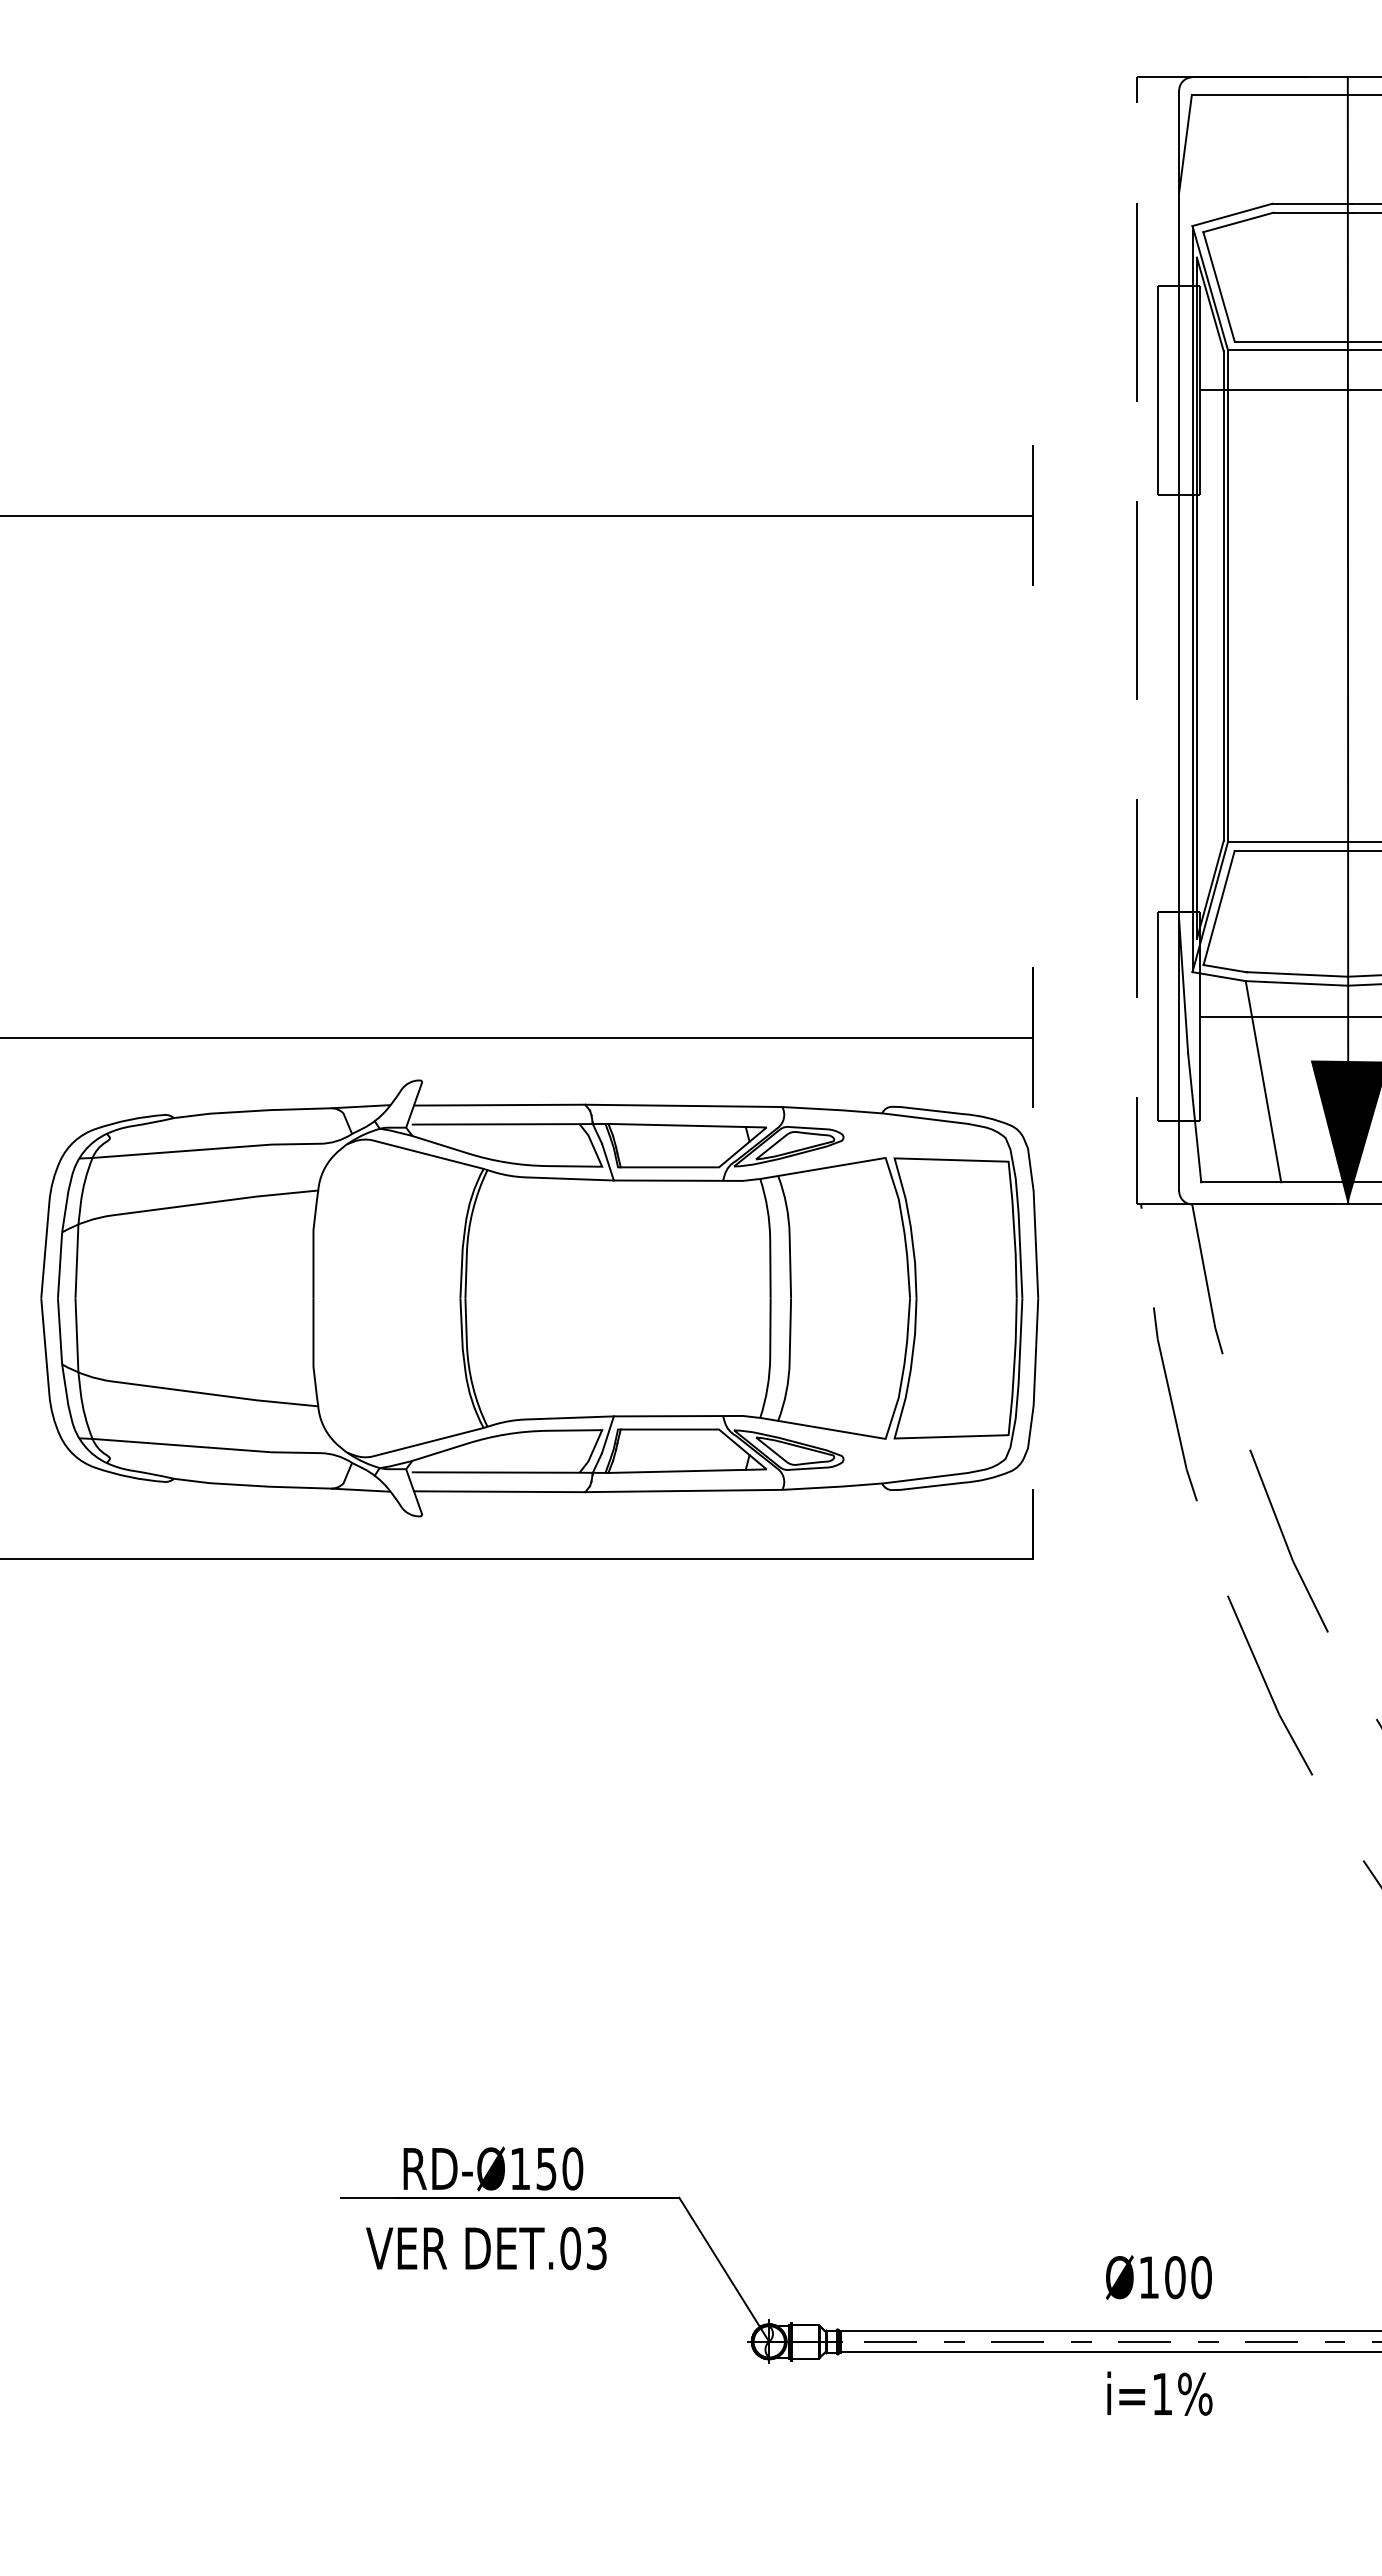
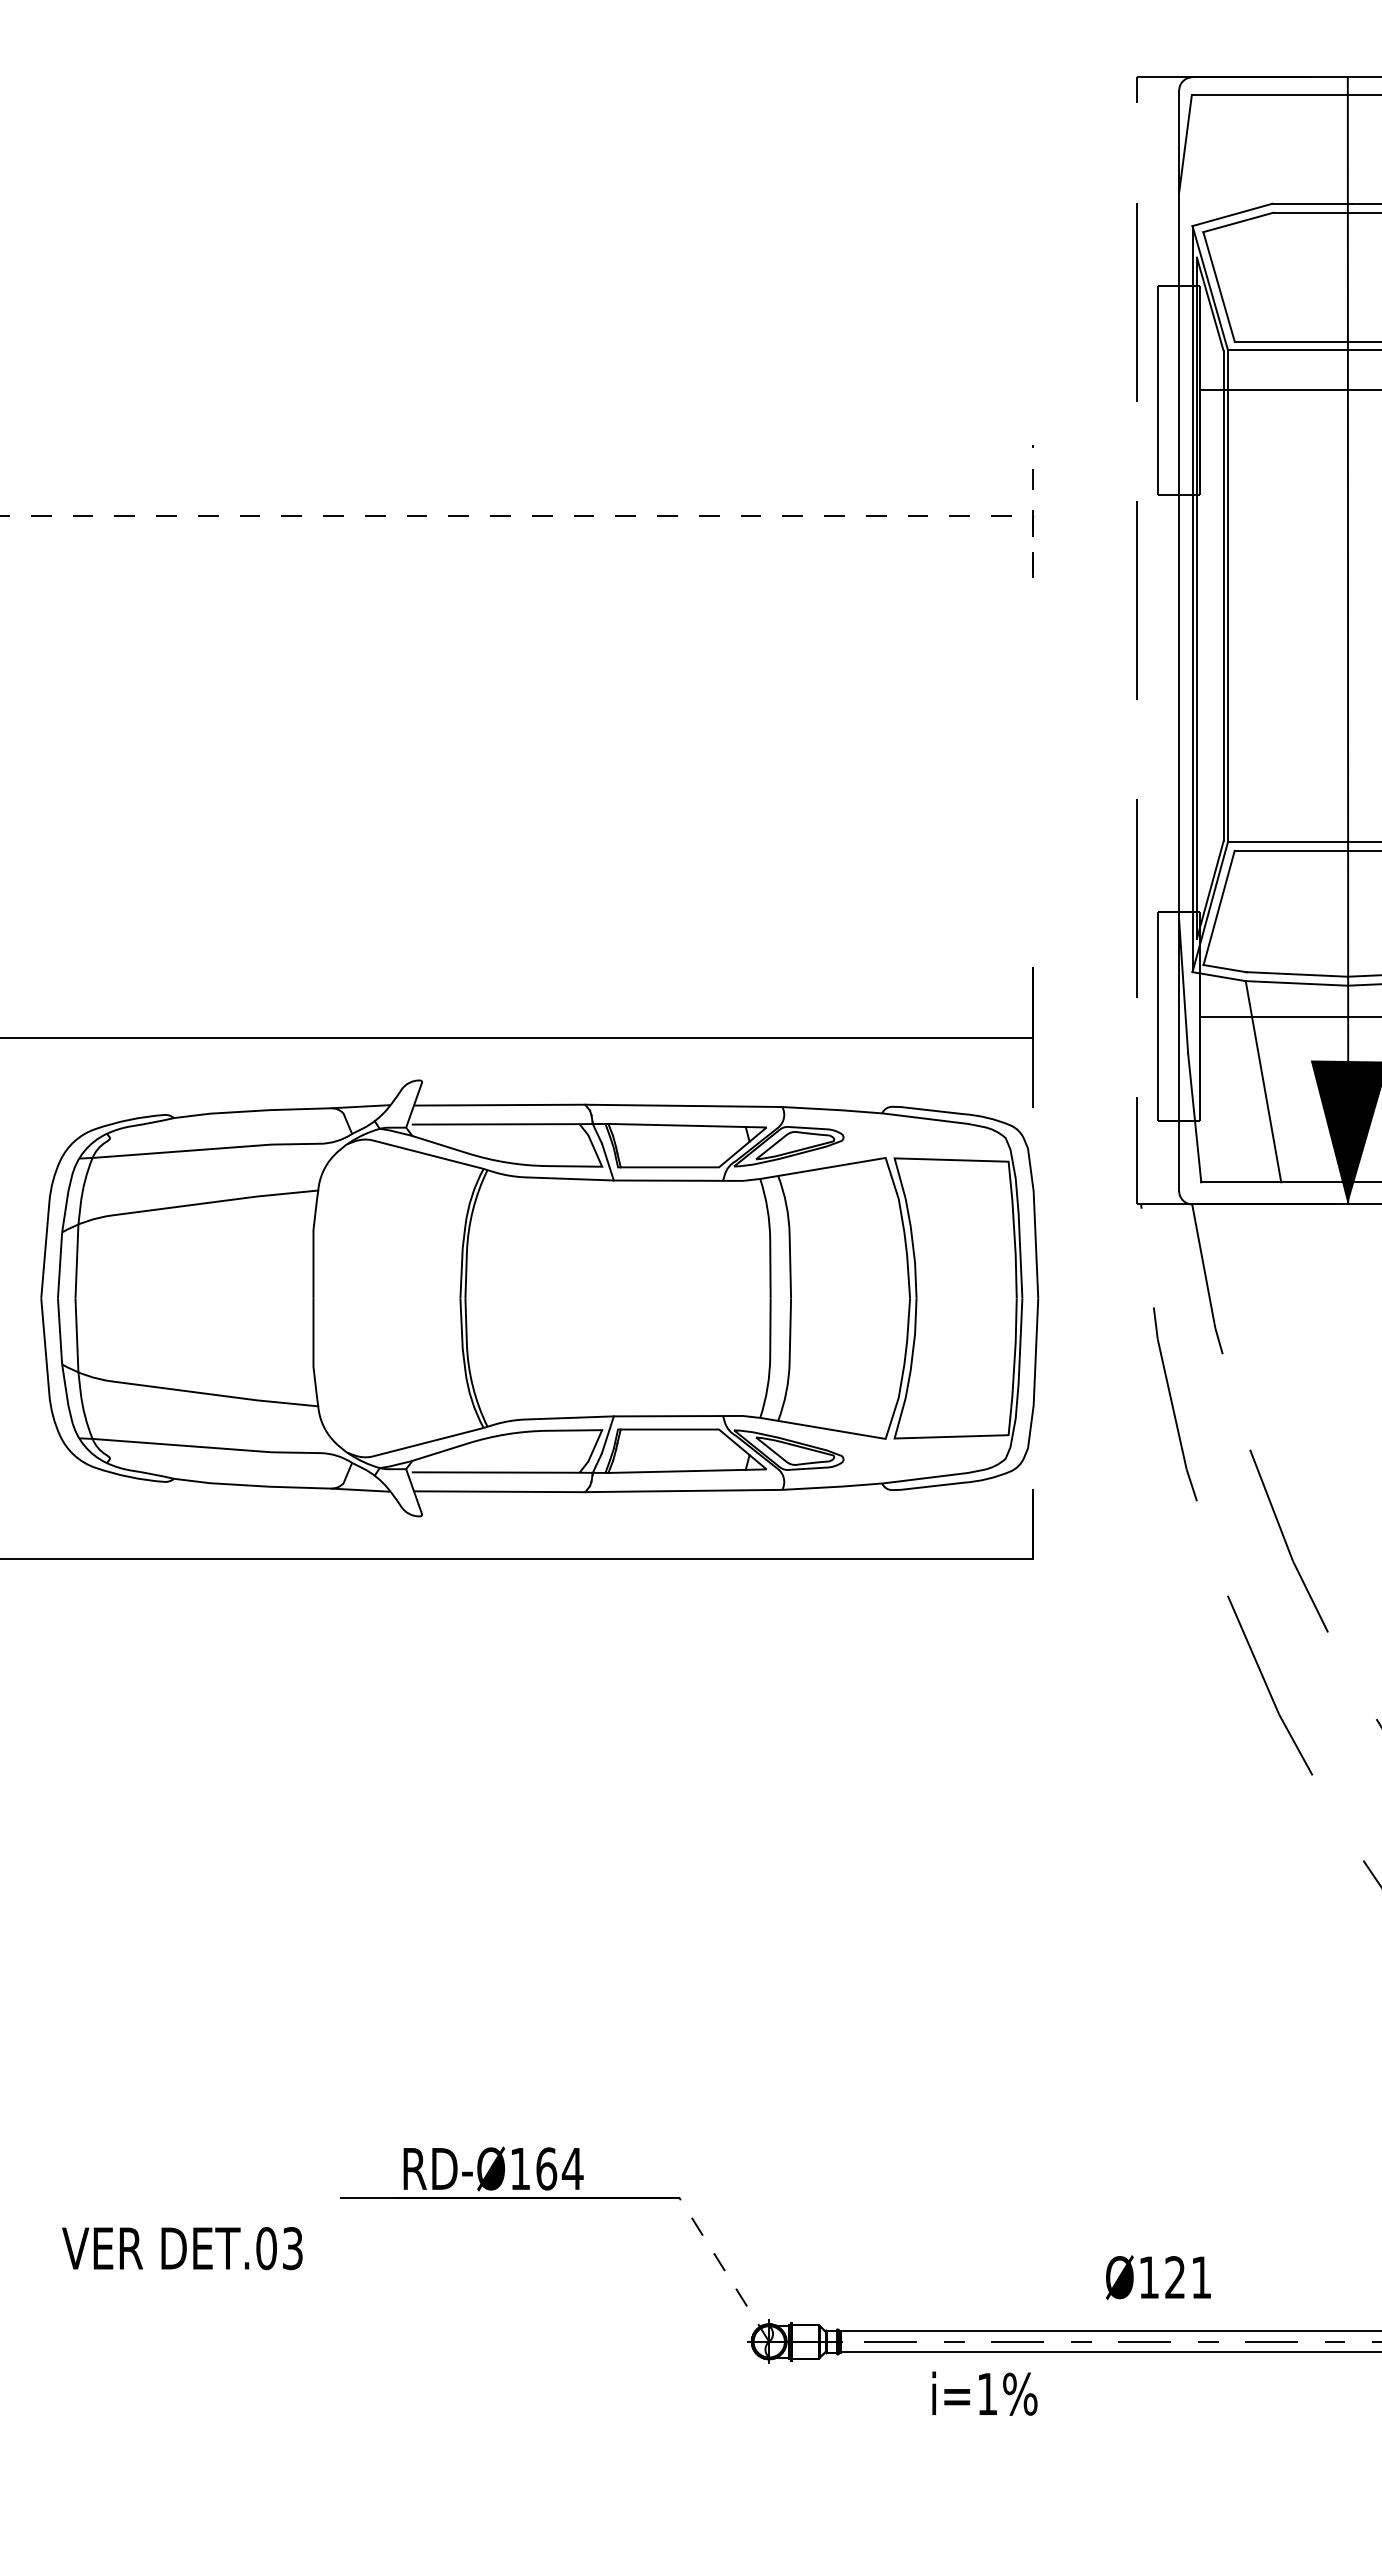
line at (623, 515): solid -> dashed
text at (559, 2168): RD-Ø150 -> RD-Ø164
text at (486, 2248) position: (486, 2248) -> (182, 2248)
line at (724, 2269): solid -> dashed
text at (1188, 2277): Ø100 -> Ø121
text at (1159, 2393) position: (1159, 2393) -> (984, 2393)
